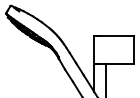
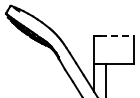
line at (117, 36): solid -> dashed
